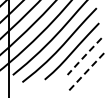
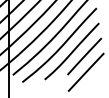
line at (84, 56): dashed -> solid
line at (86, 72): dashed -> solid
